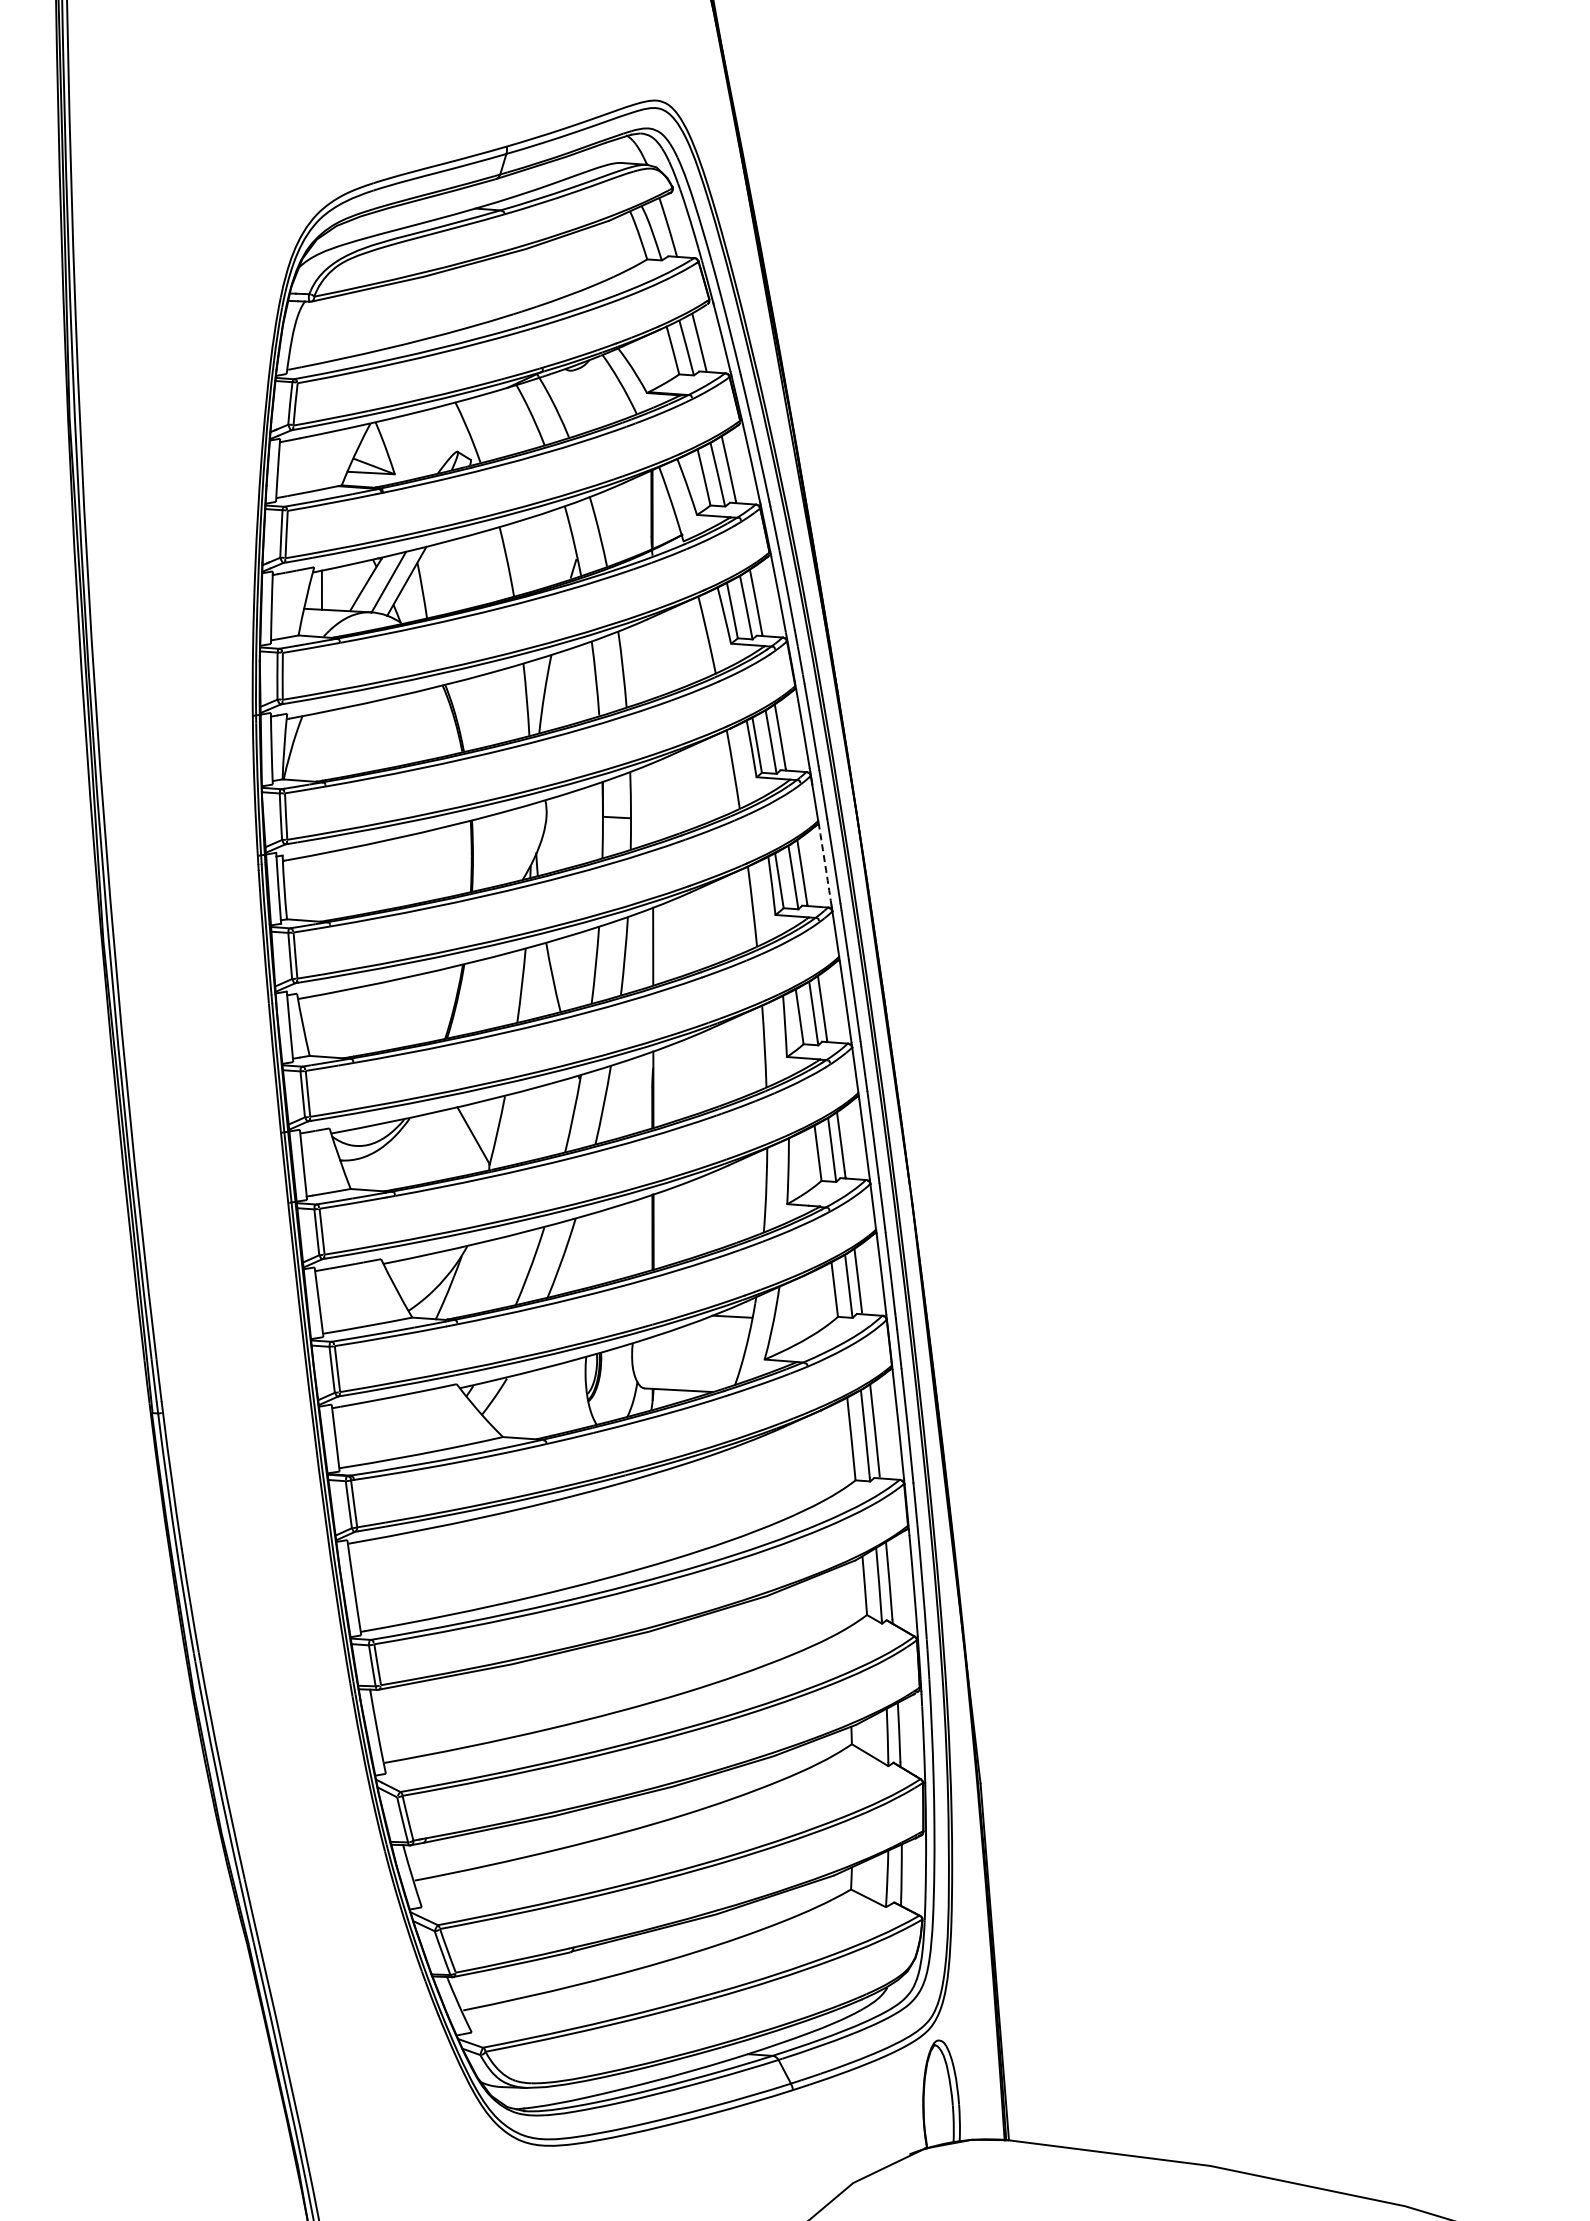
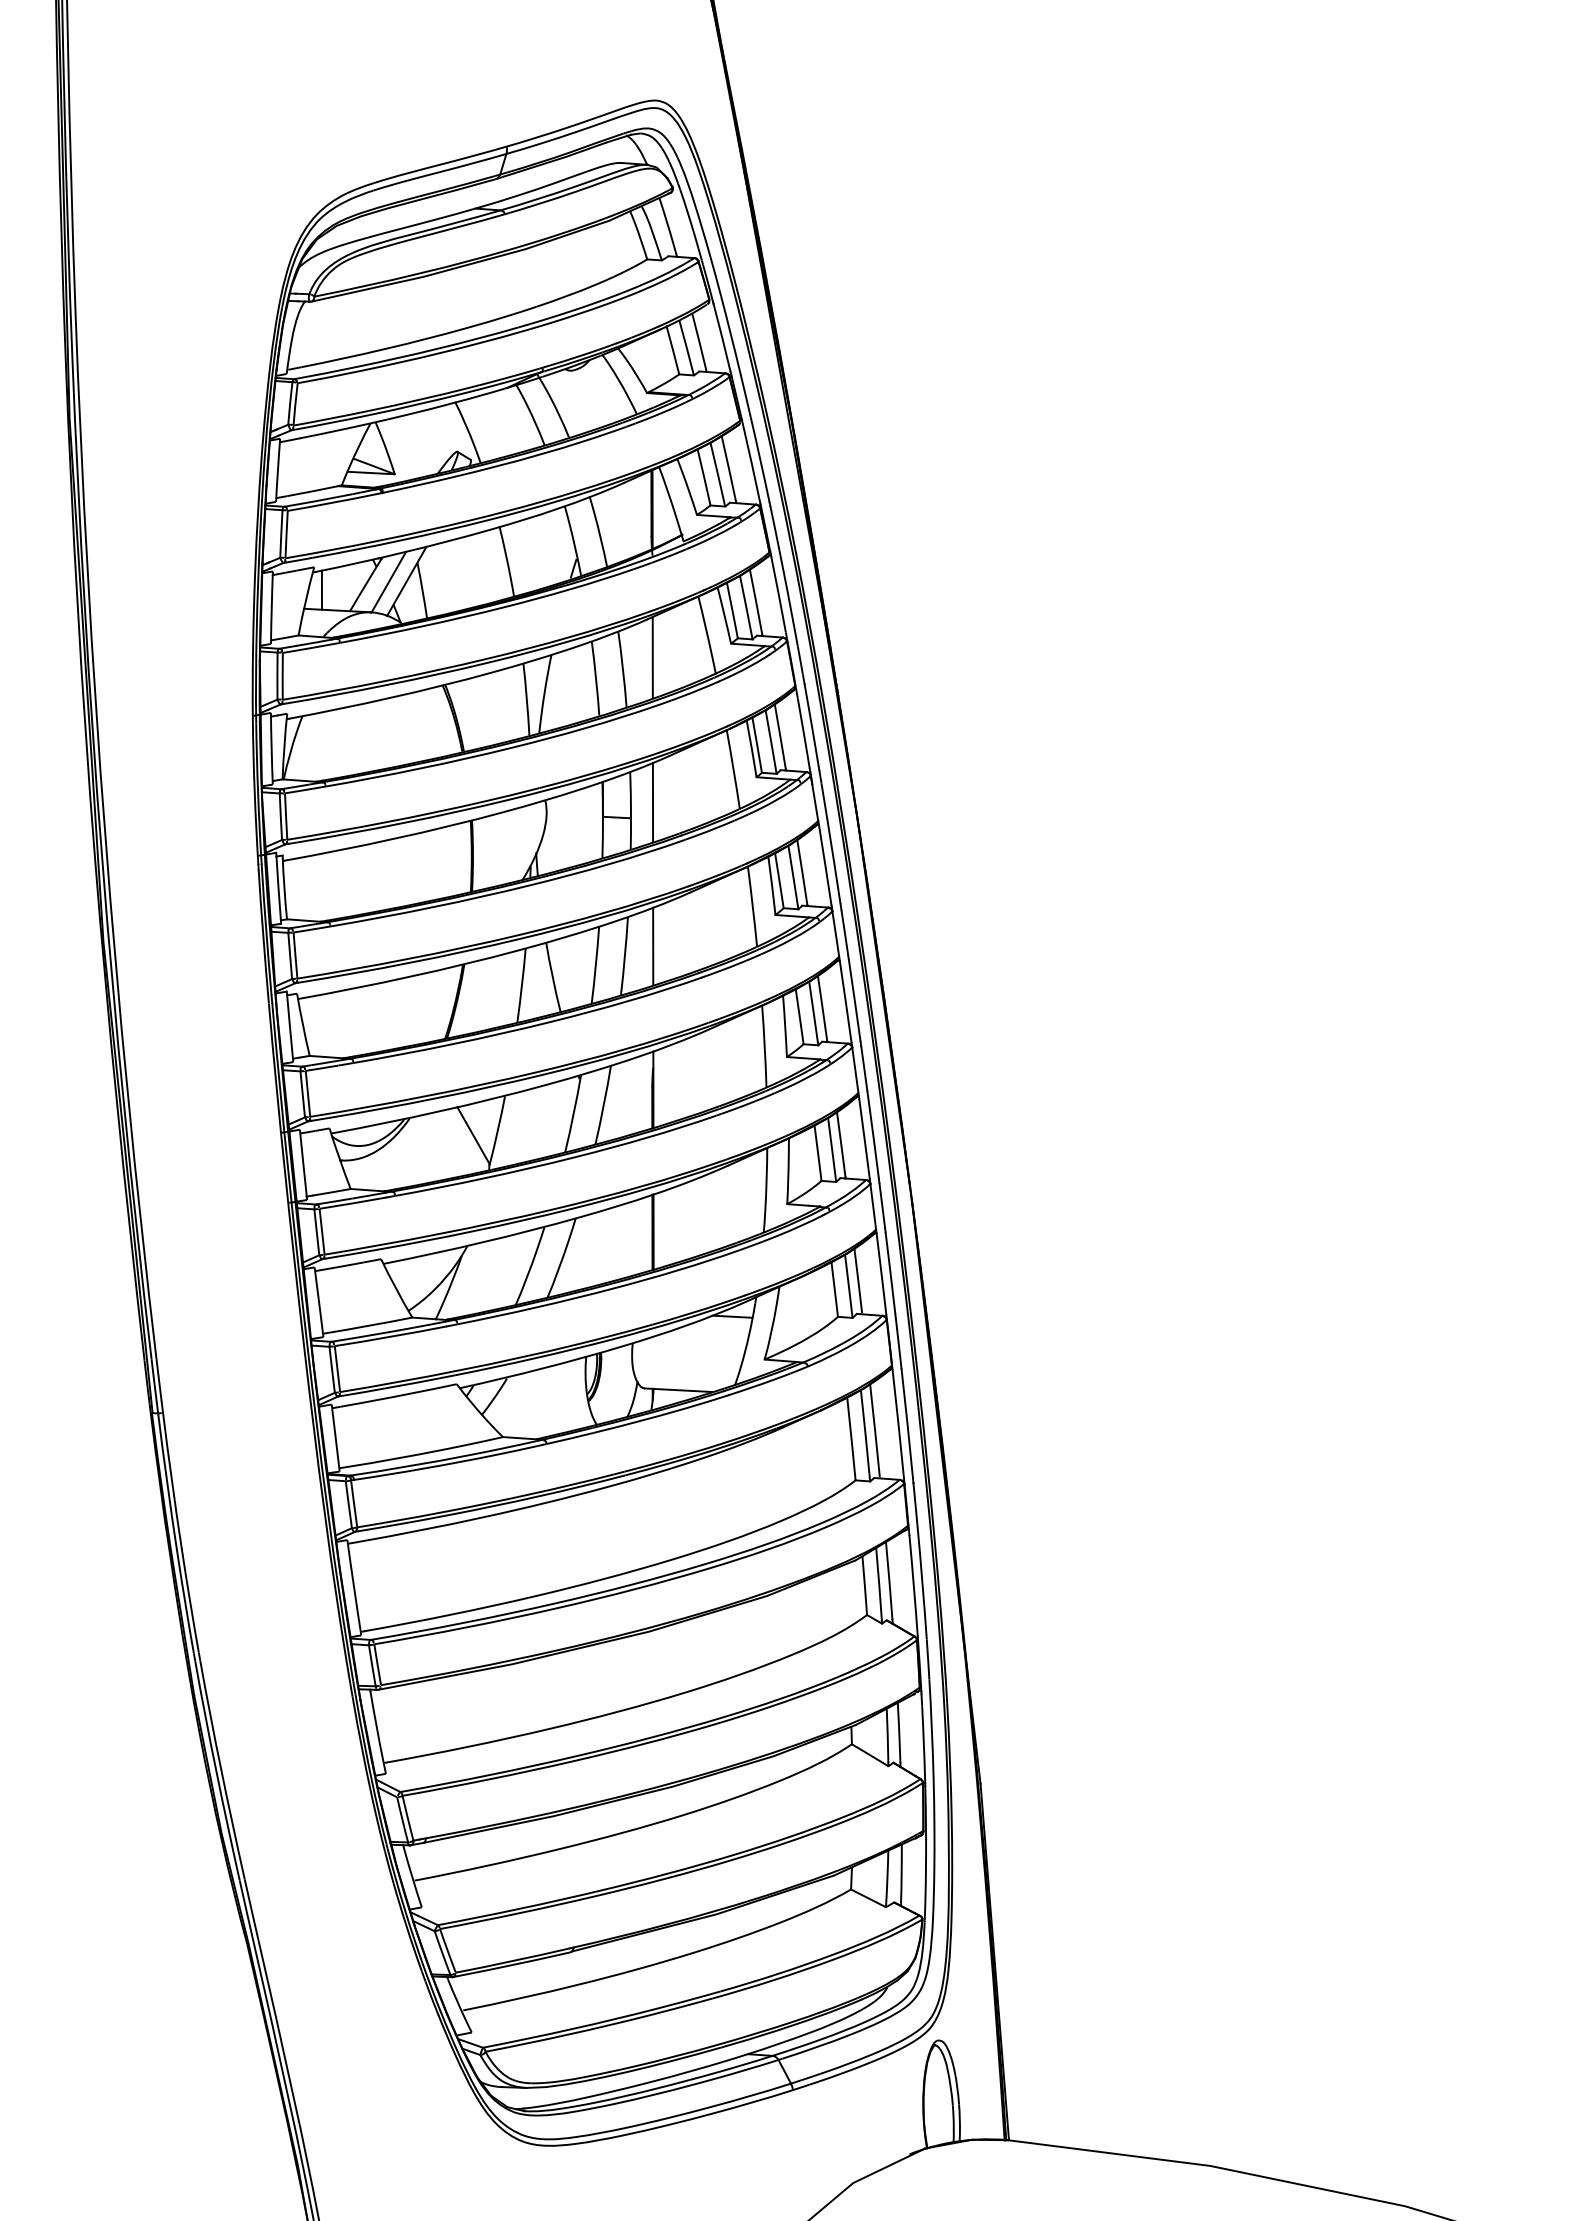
line at (652, 657): none -> present
line at (652, 802): none -> present
arc at (825, 865): dashed -> solid
